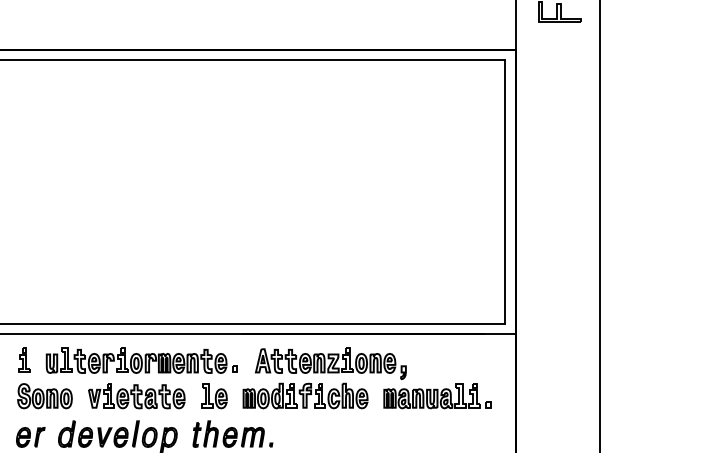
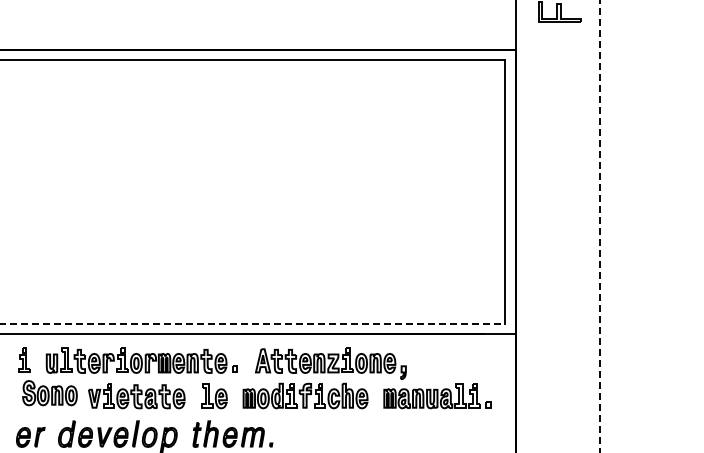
line at (599, 225): solid -> dashed
line at (253, 323): solid -> dashed
part at (44, 396) position: (44, 396) -> (49, 393)
